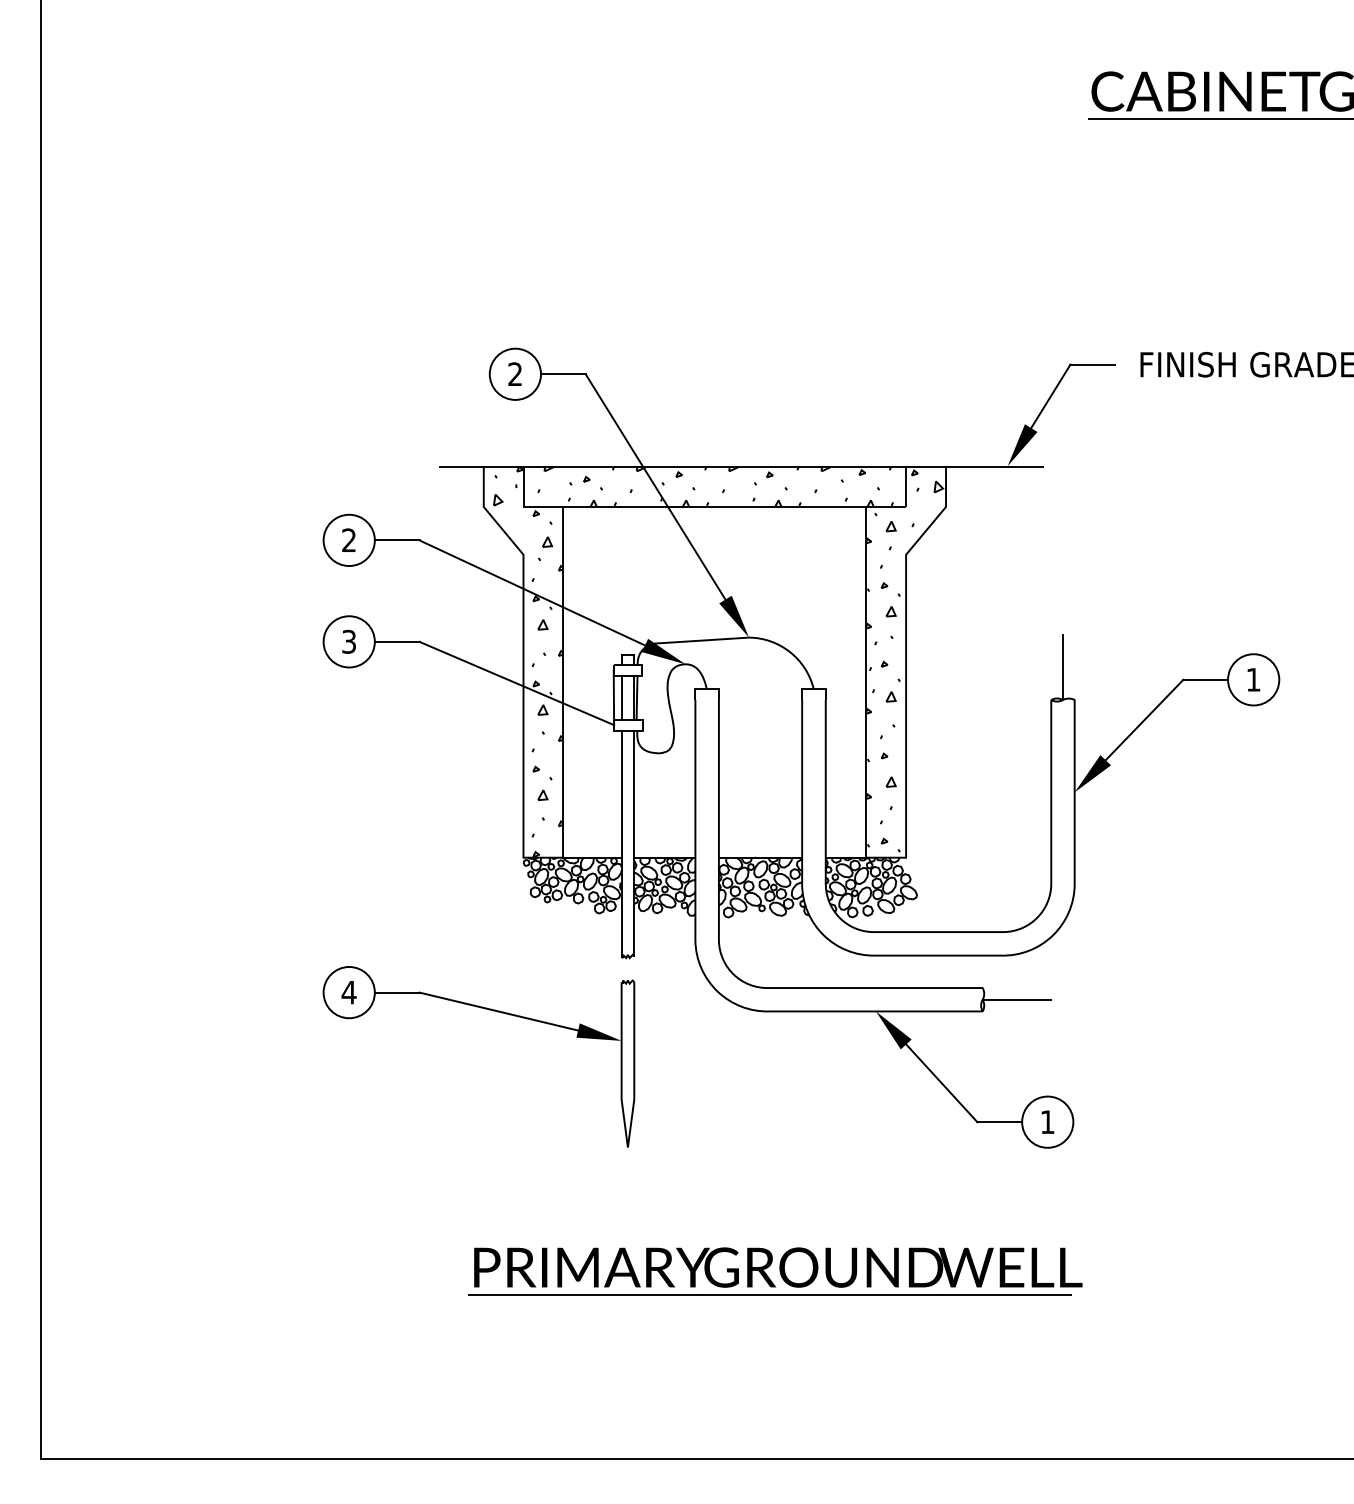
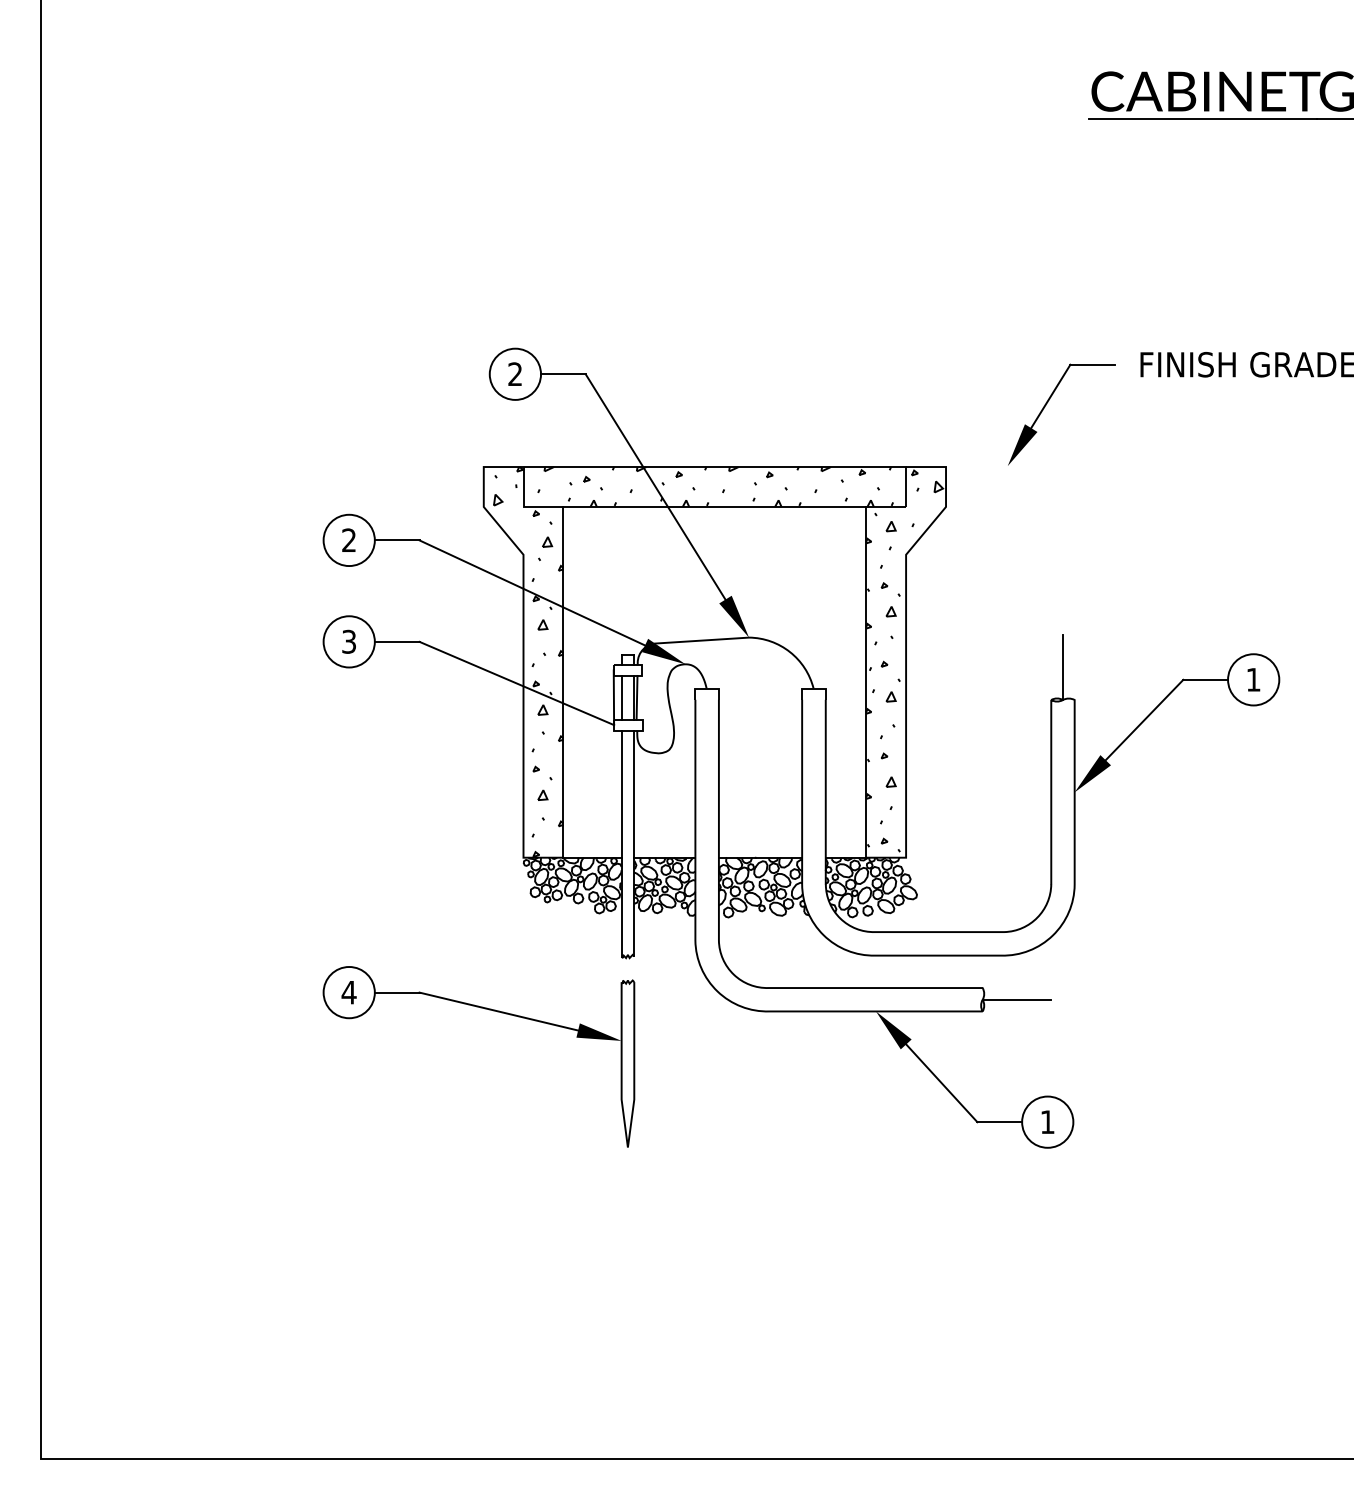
line at (461, 467): present -> none
line at (994, 467): present -> none
part at (775, 1271): present -> none
